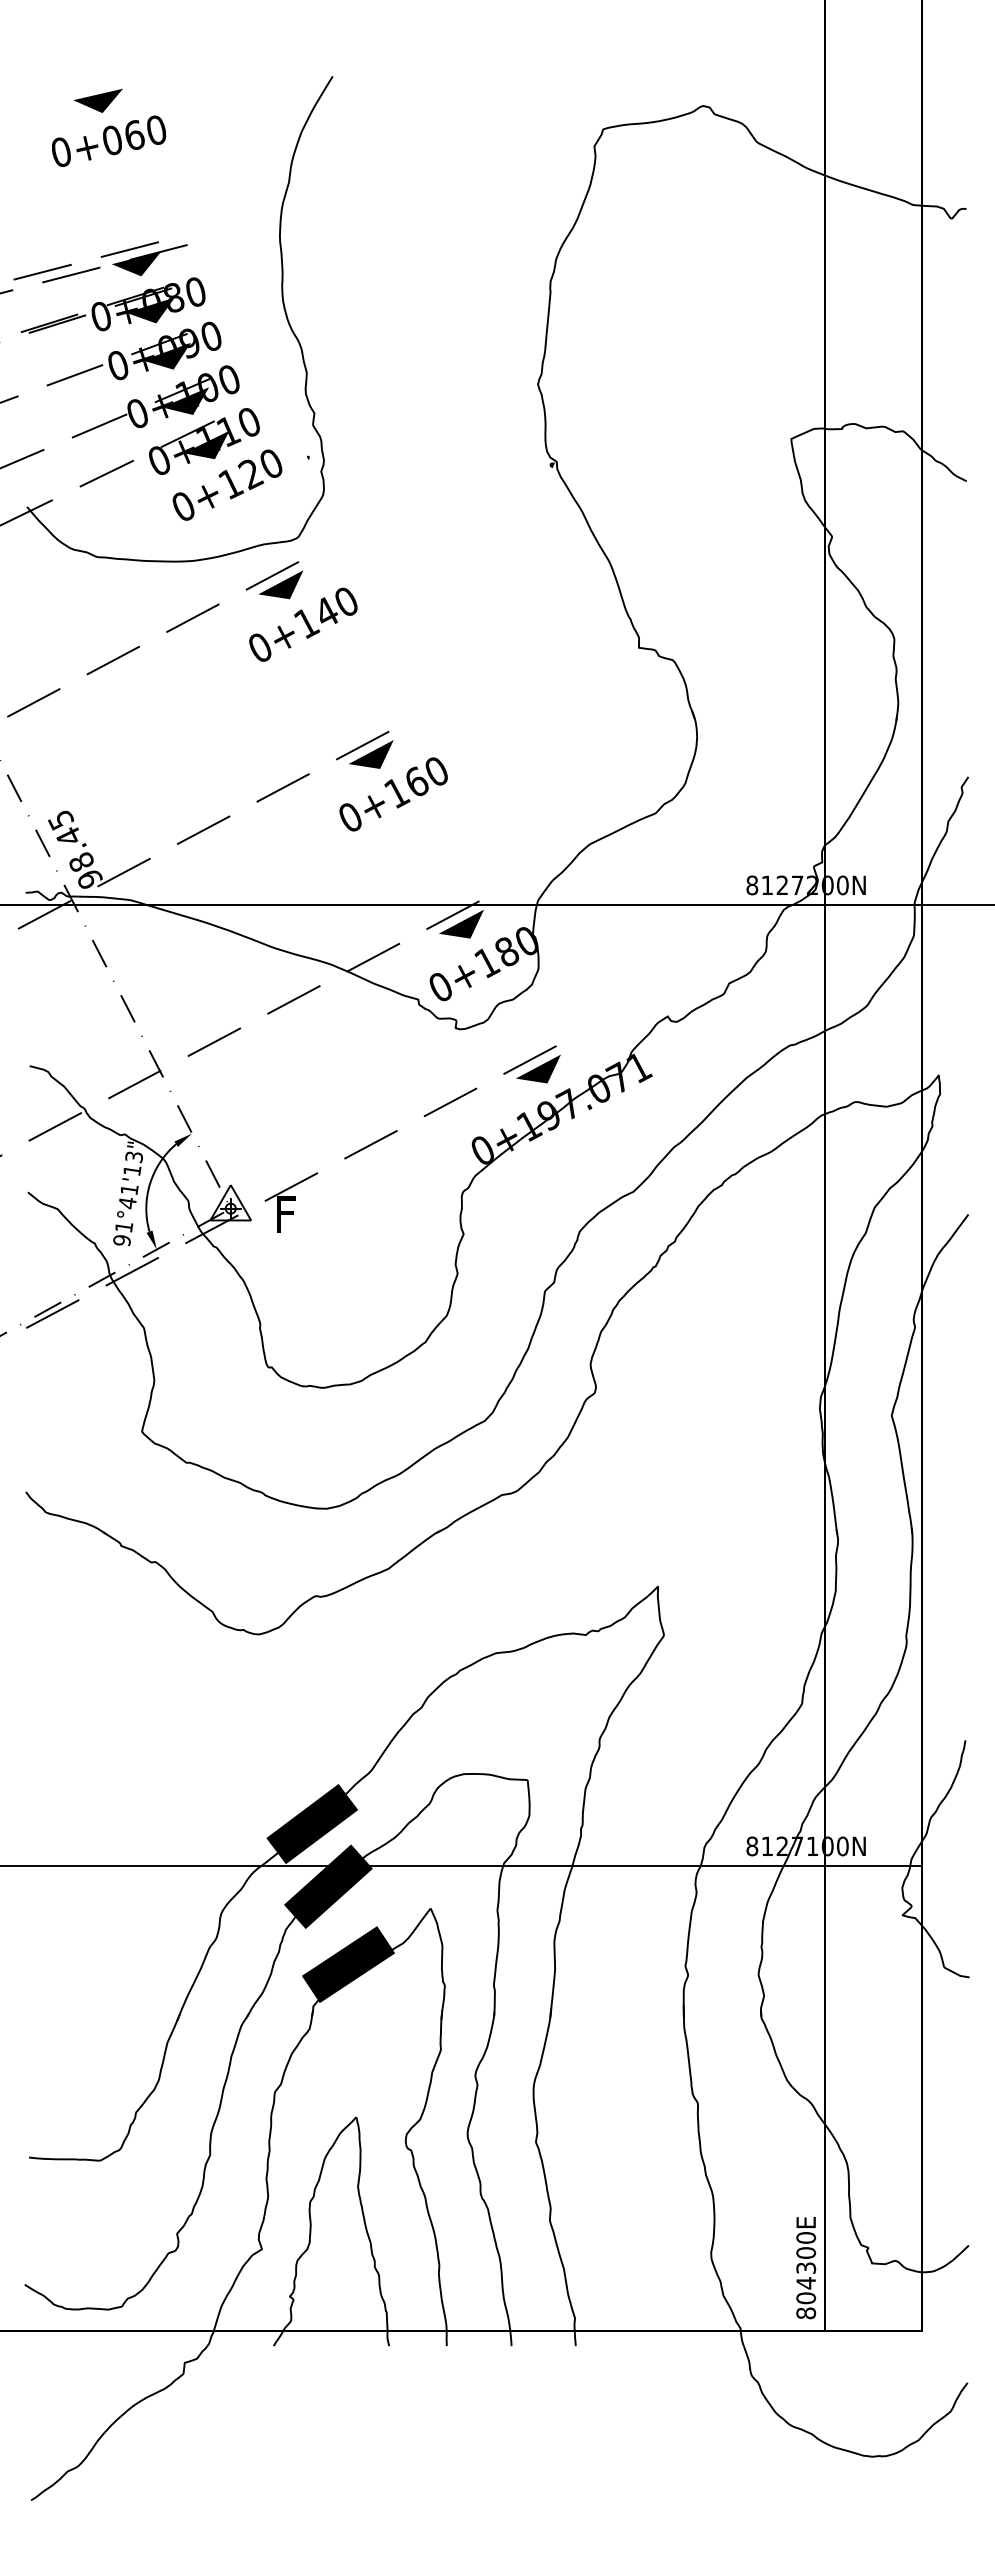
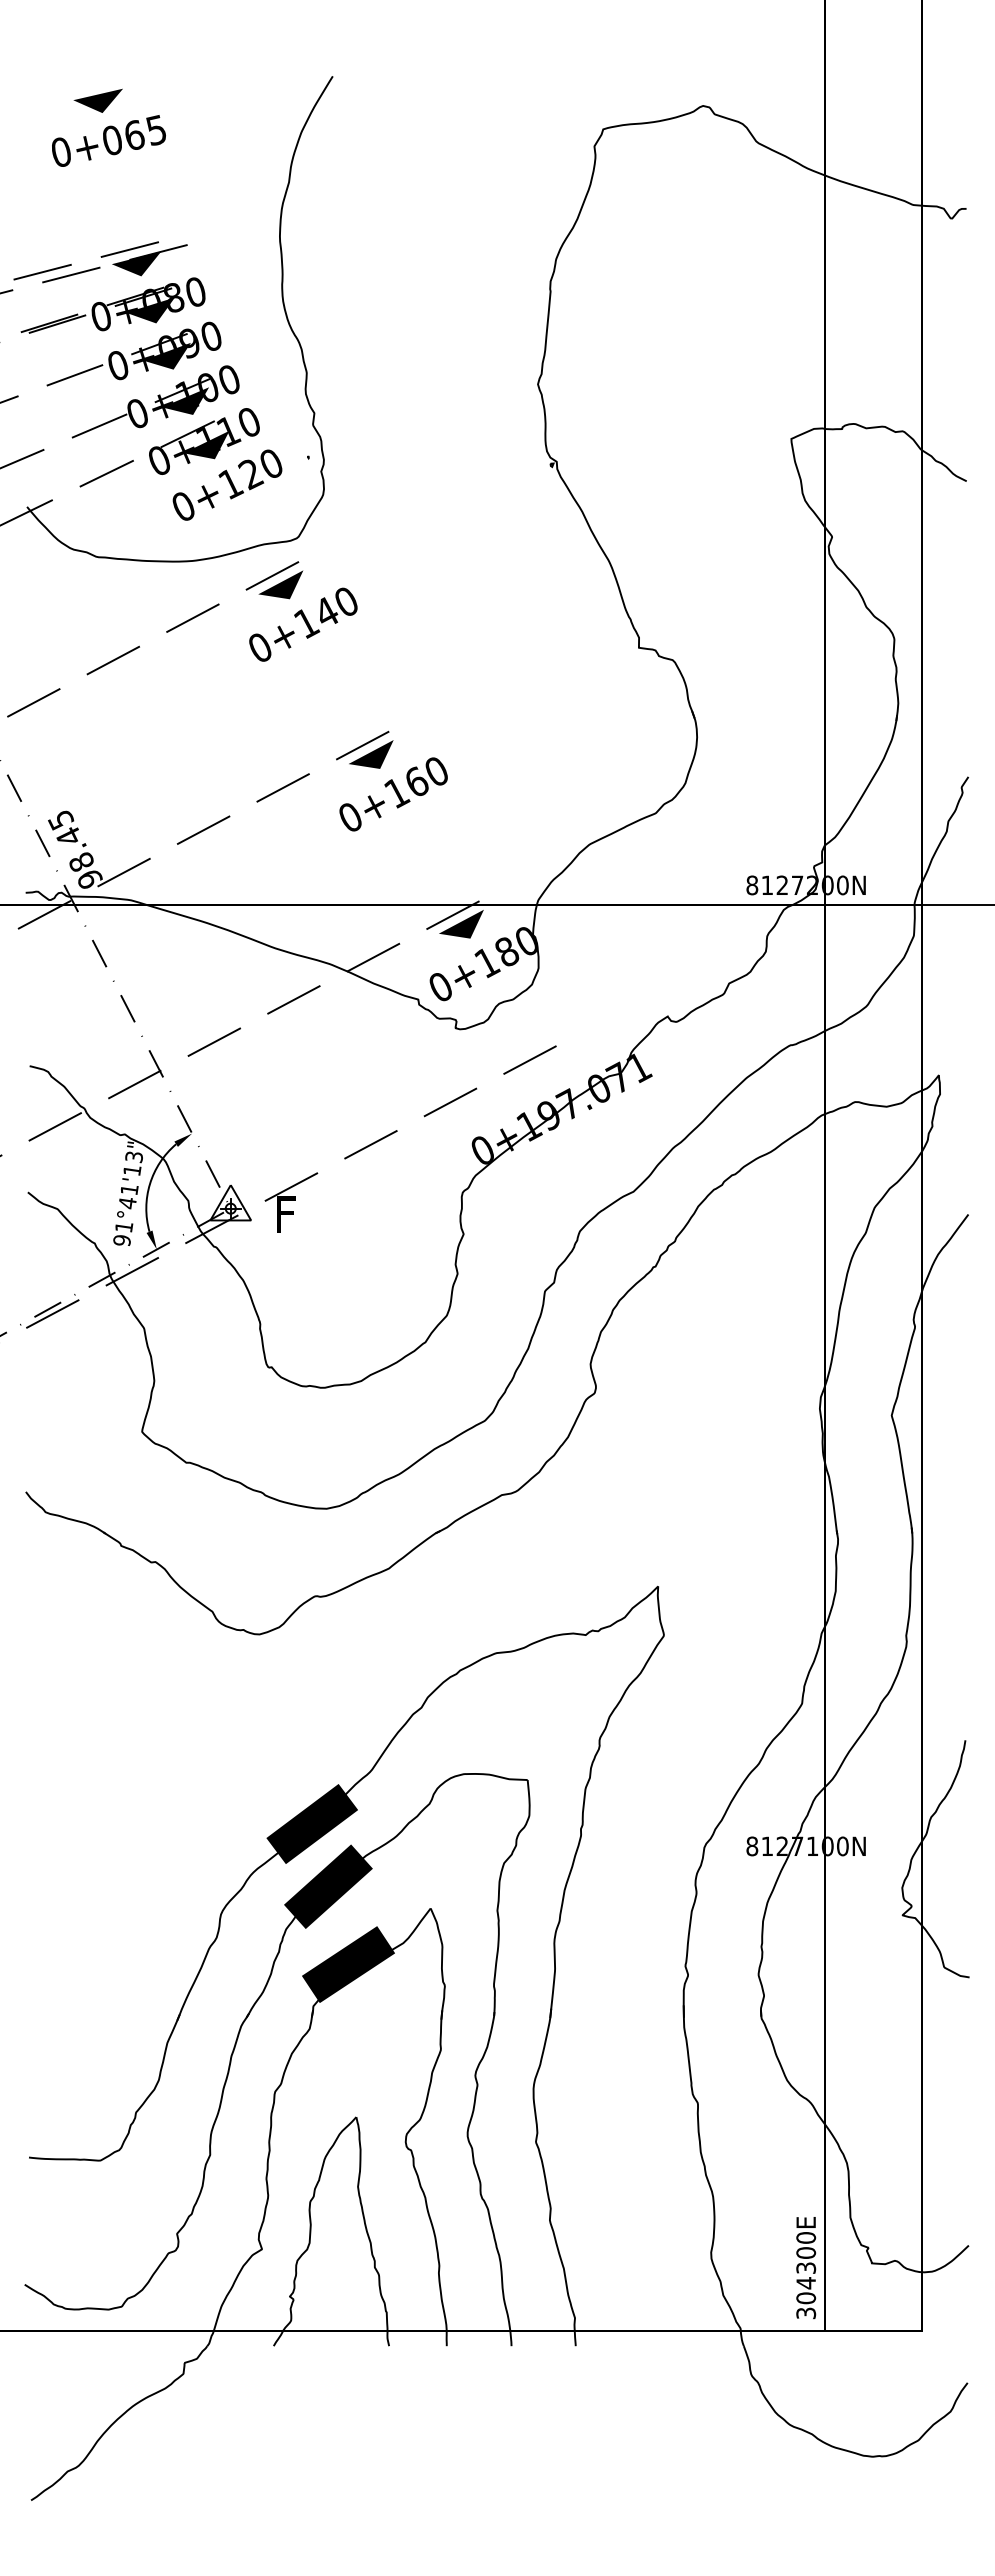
text at (155, 130): 0+060 -> 0+065
part at (538, 1068): present -> none
line at (461, 1865): present -> none
text at (806, 2313): 804300E -> 304300E
